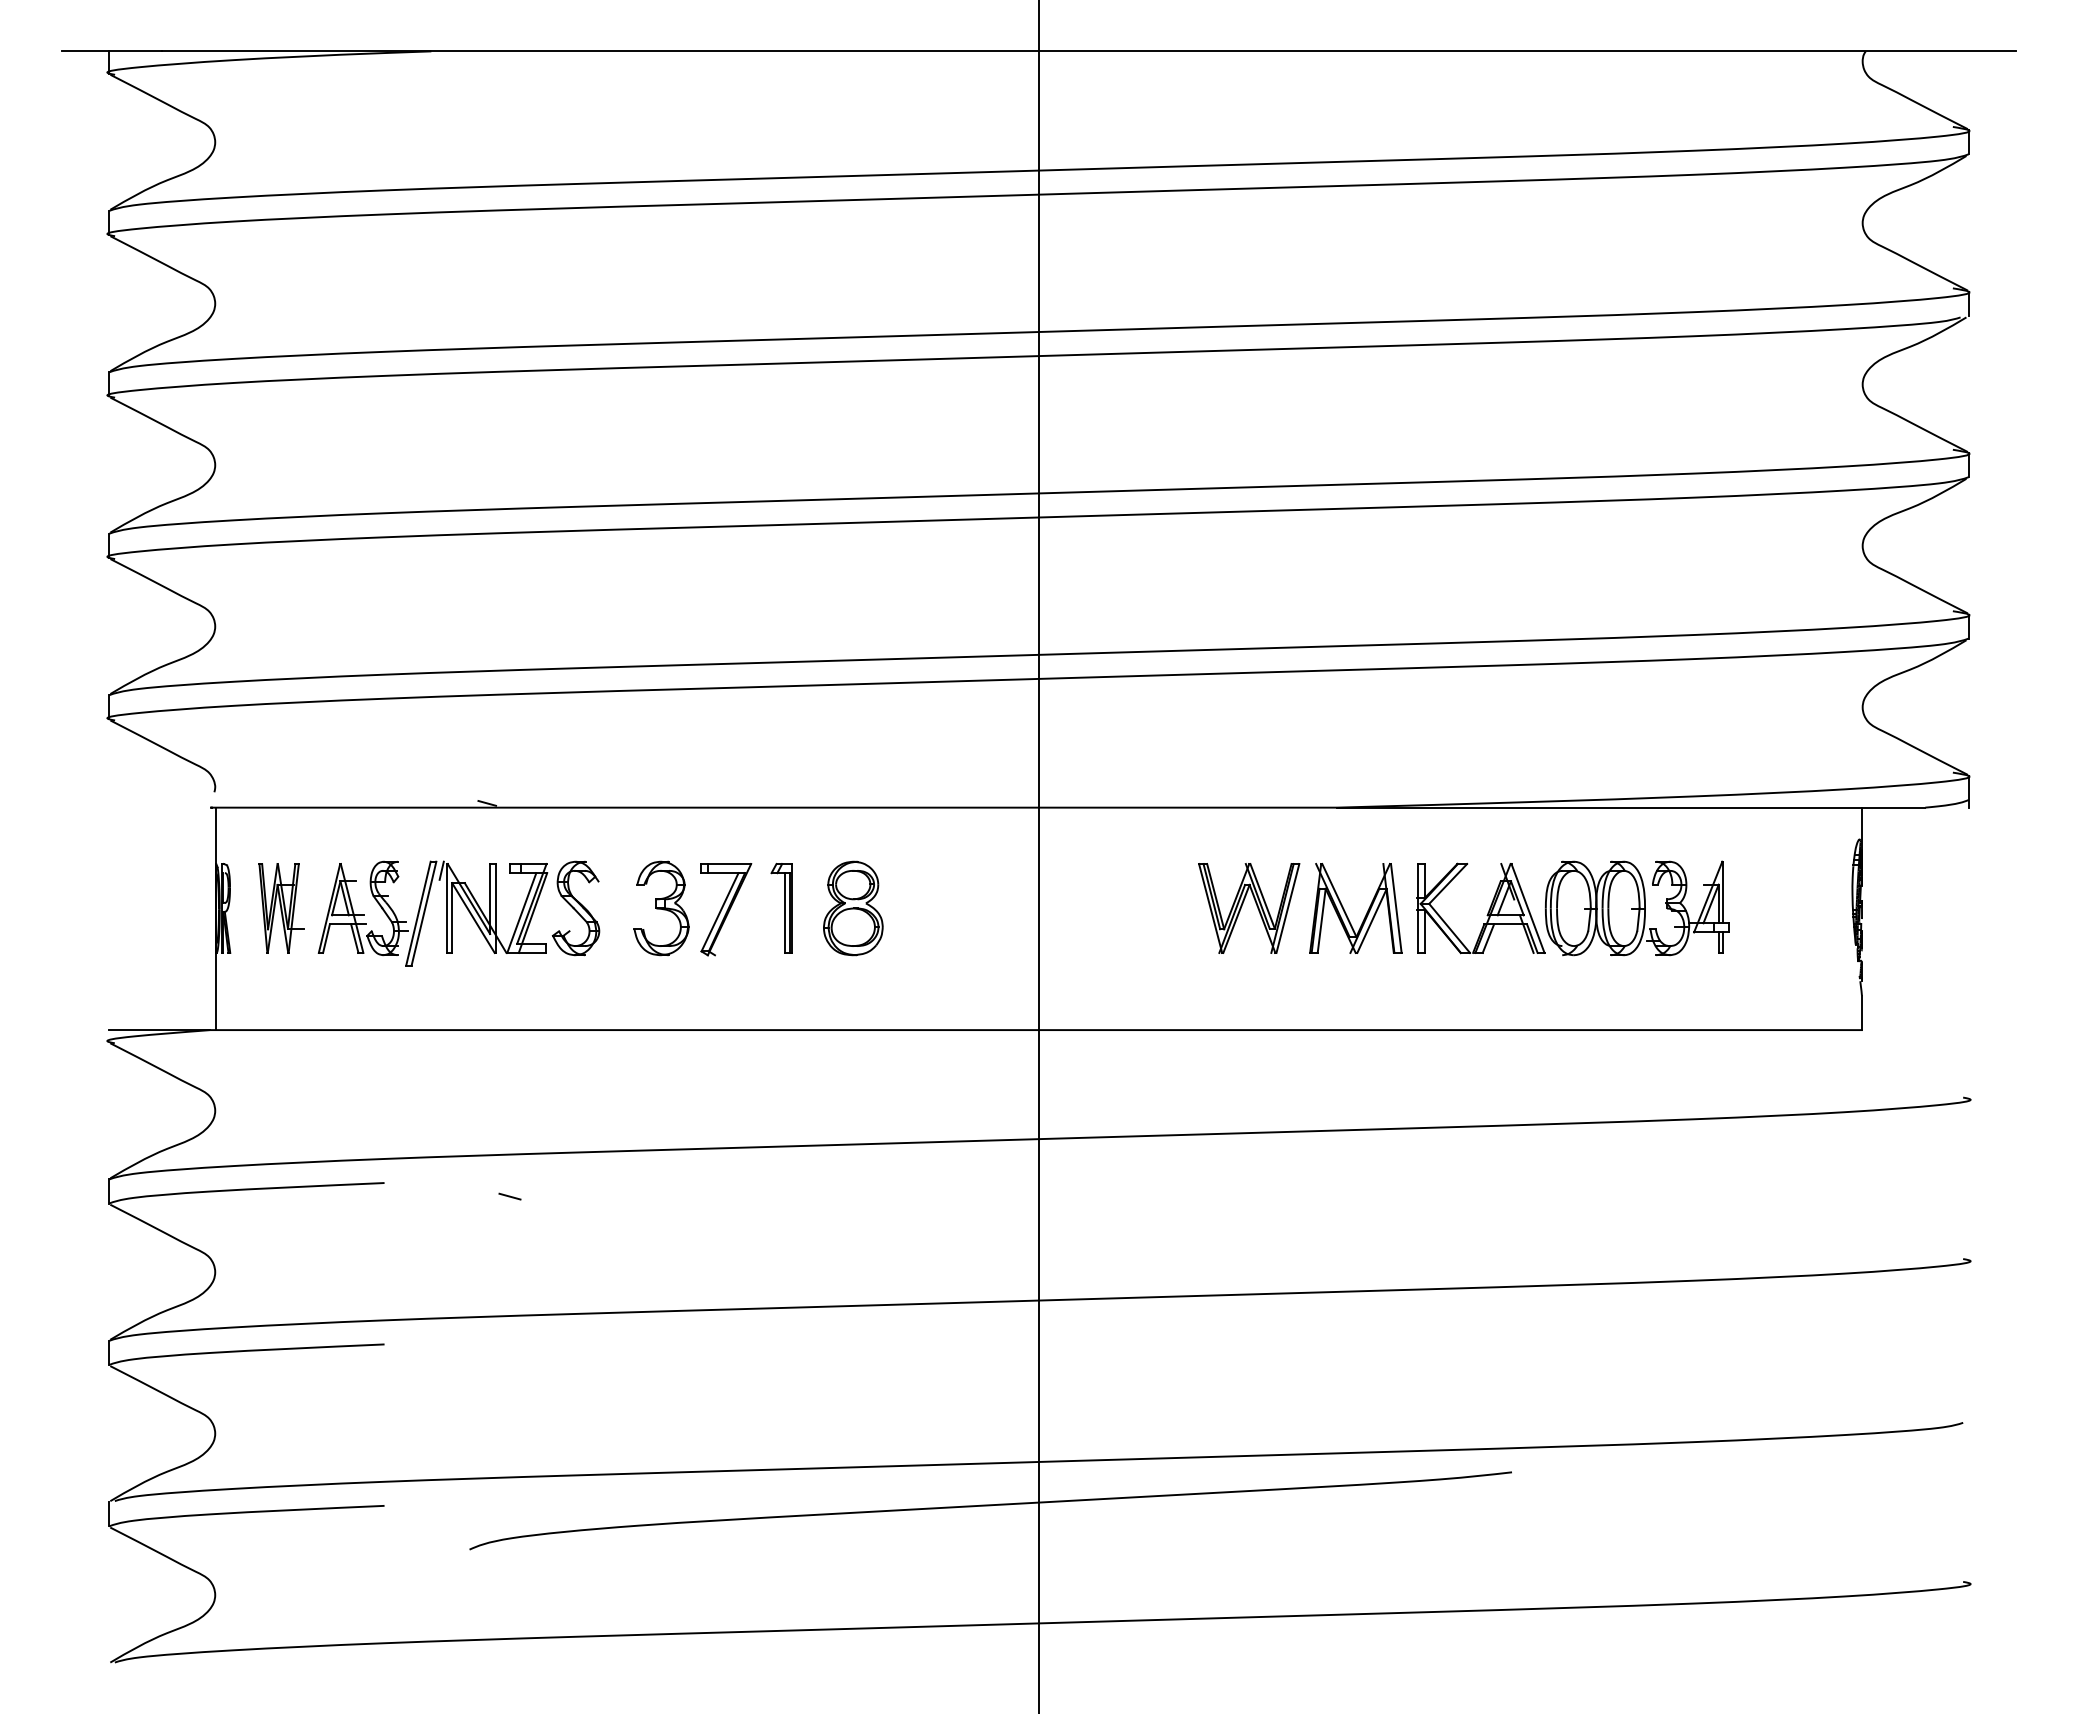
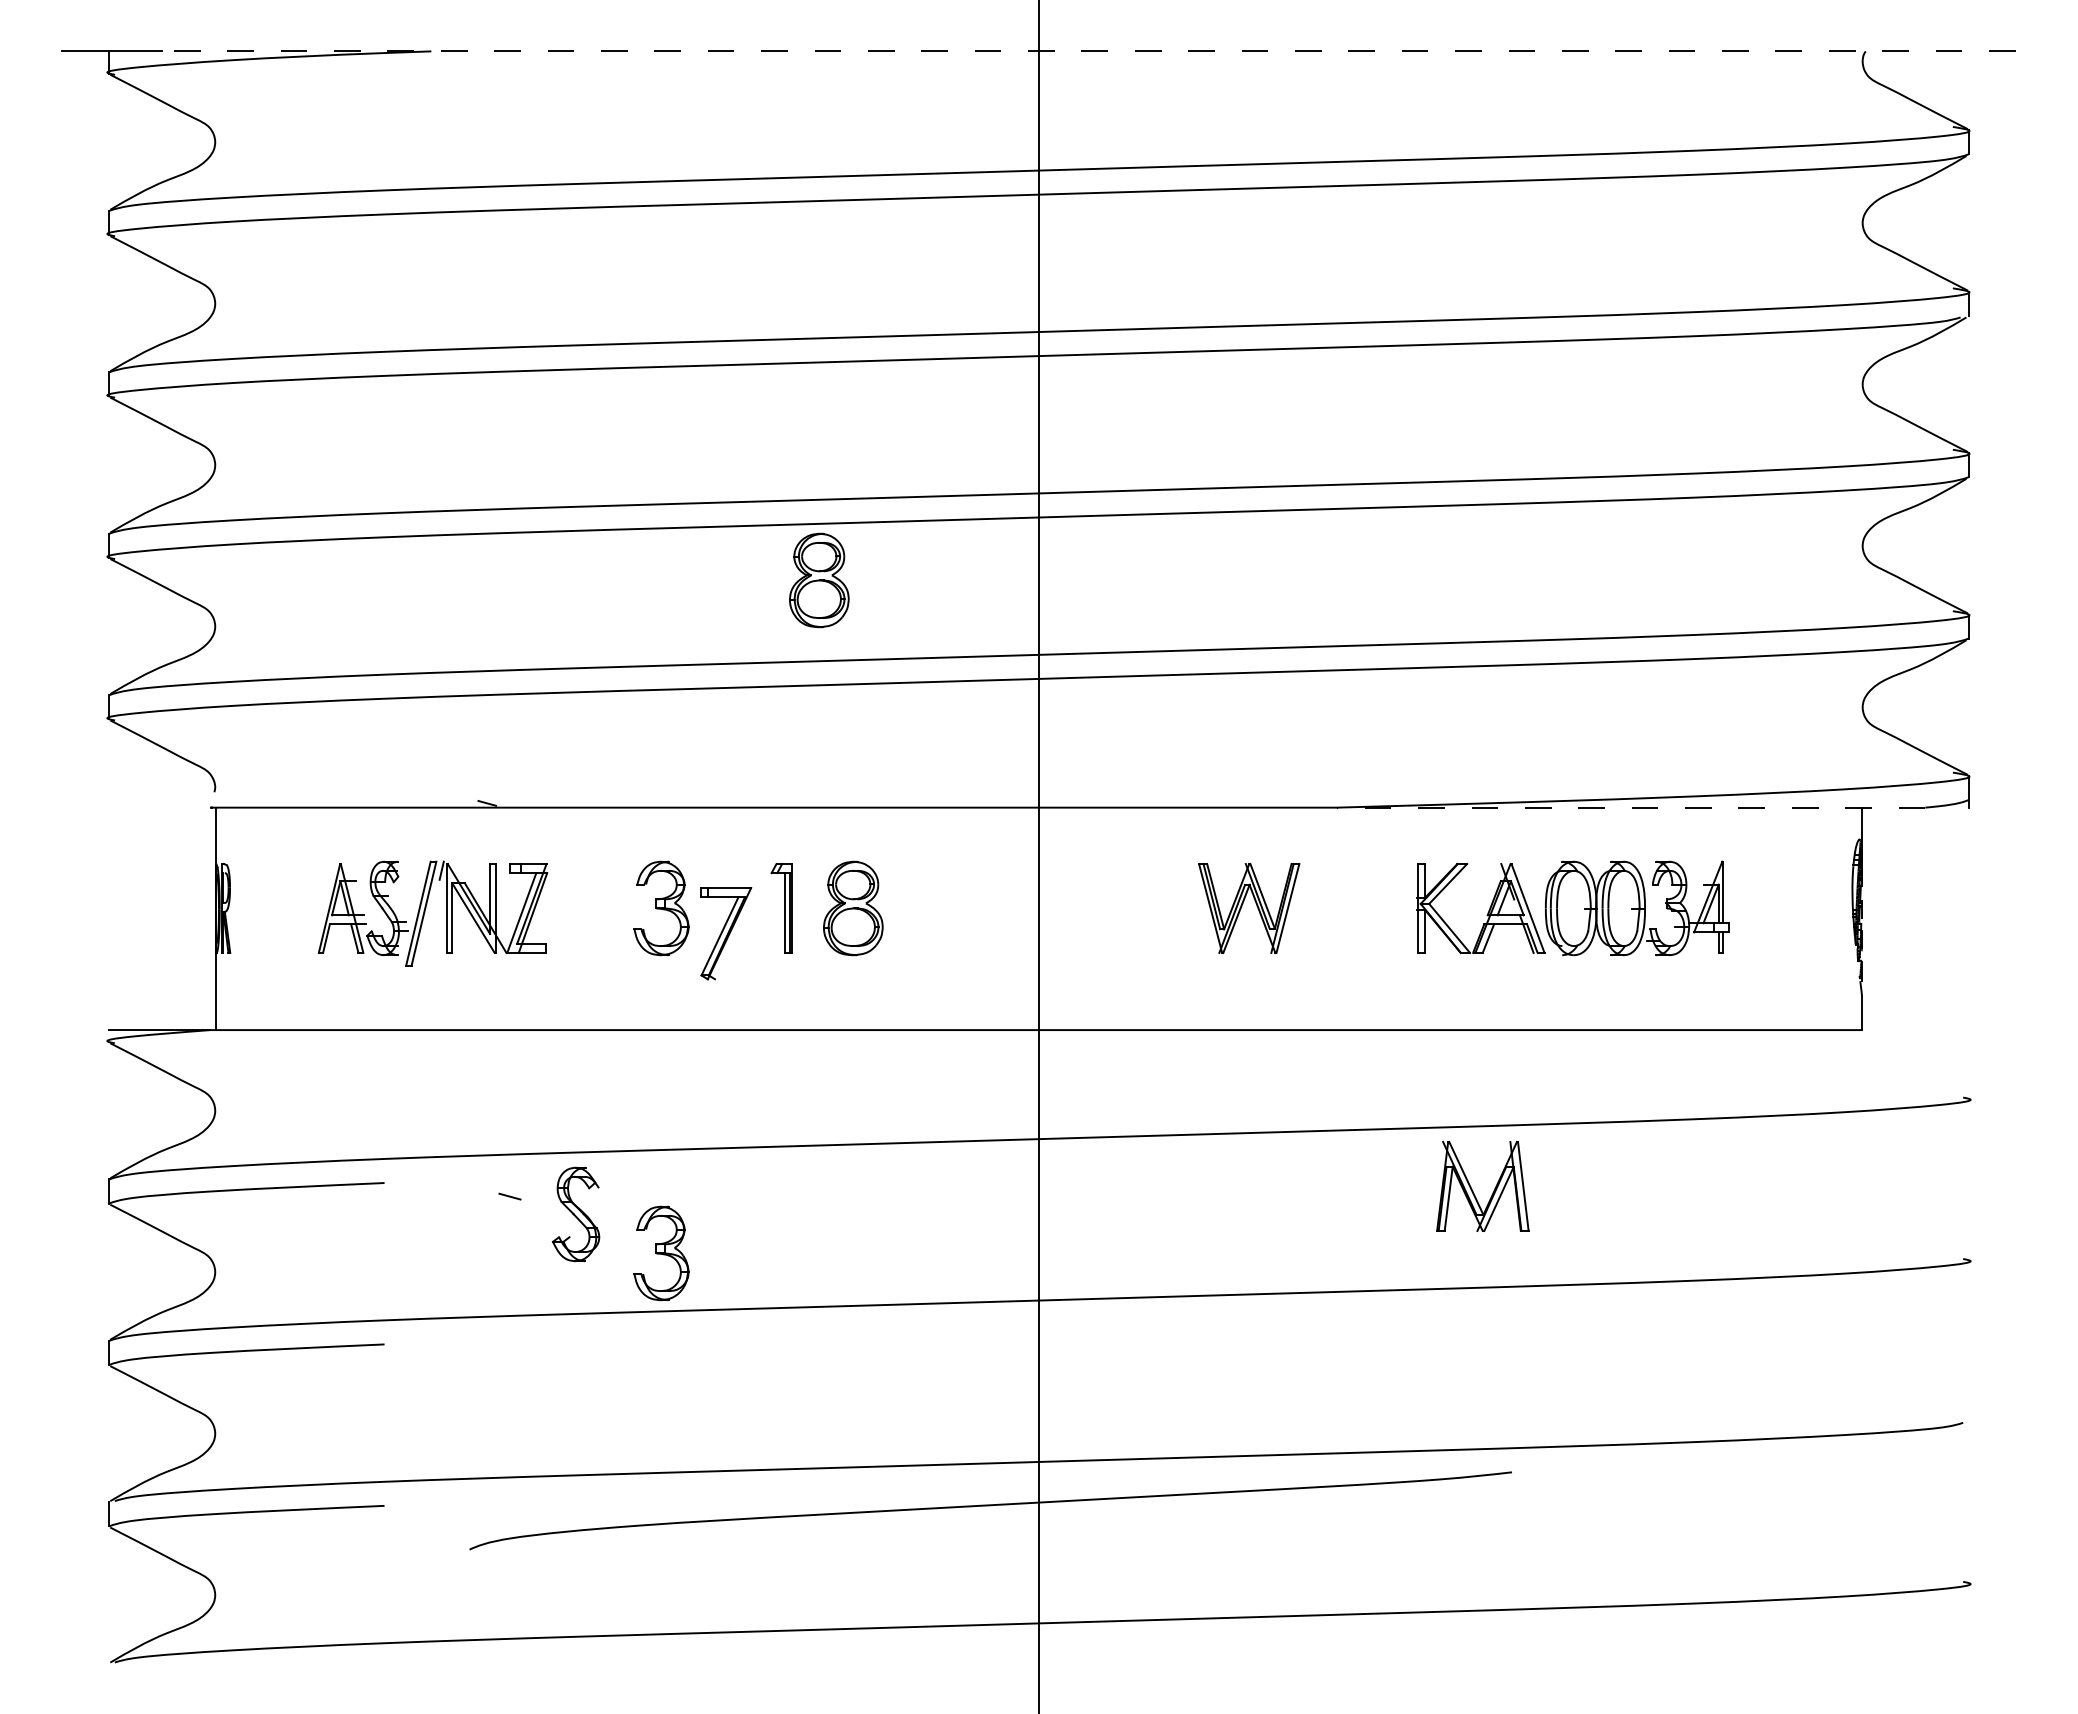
line at (1088, 51): solid -> dashed
part at (819, 580): none -> present
line at (1630, 807): solid -> dashed
part at (281, 908): present -> none
part at (575, 908) position: (575, 908) -> (575, 1214)
part at (726, 909) position: (726, 909) -> (726, 933)
part at (1345, 910) position: (1345, 910) -> (1472, 1188)
part at (661, 1253): none -> present
